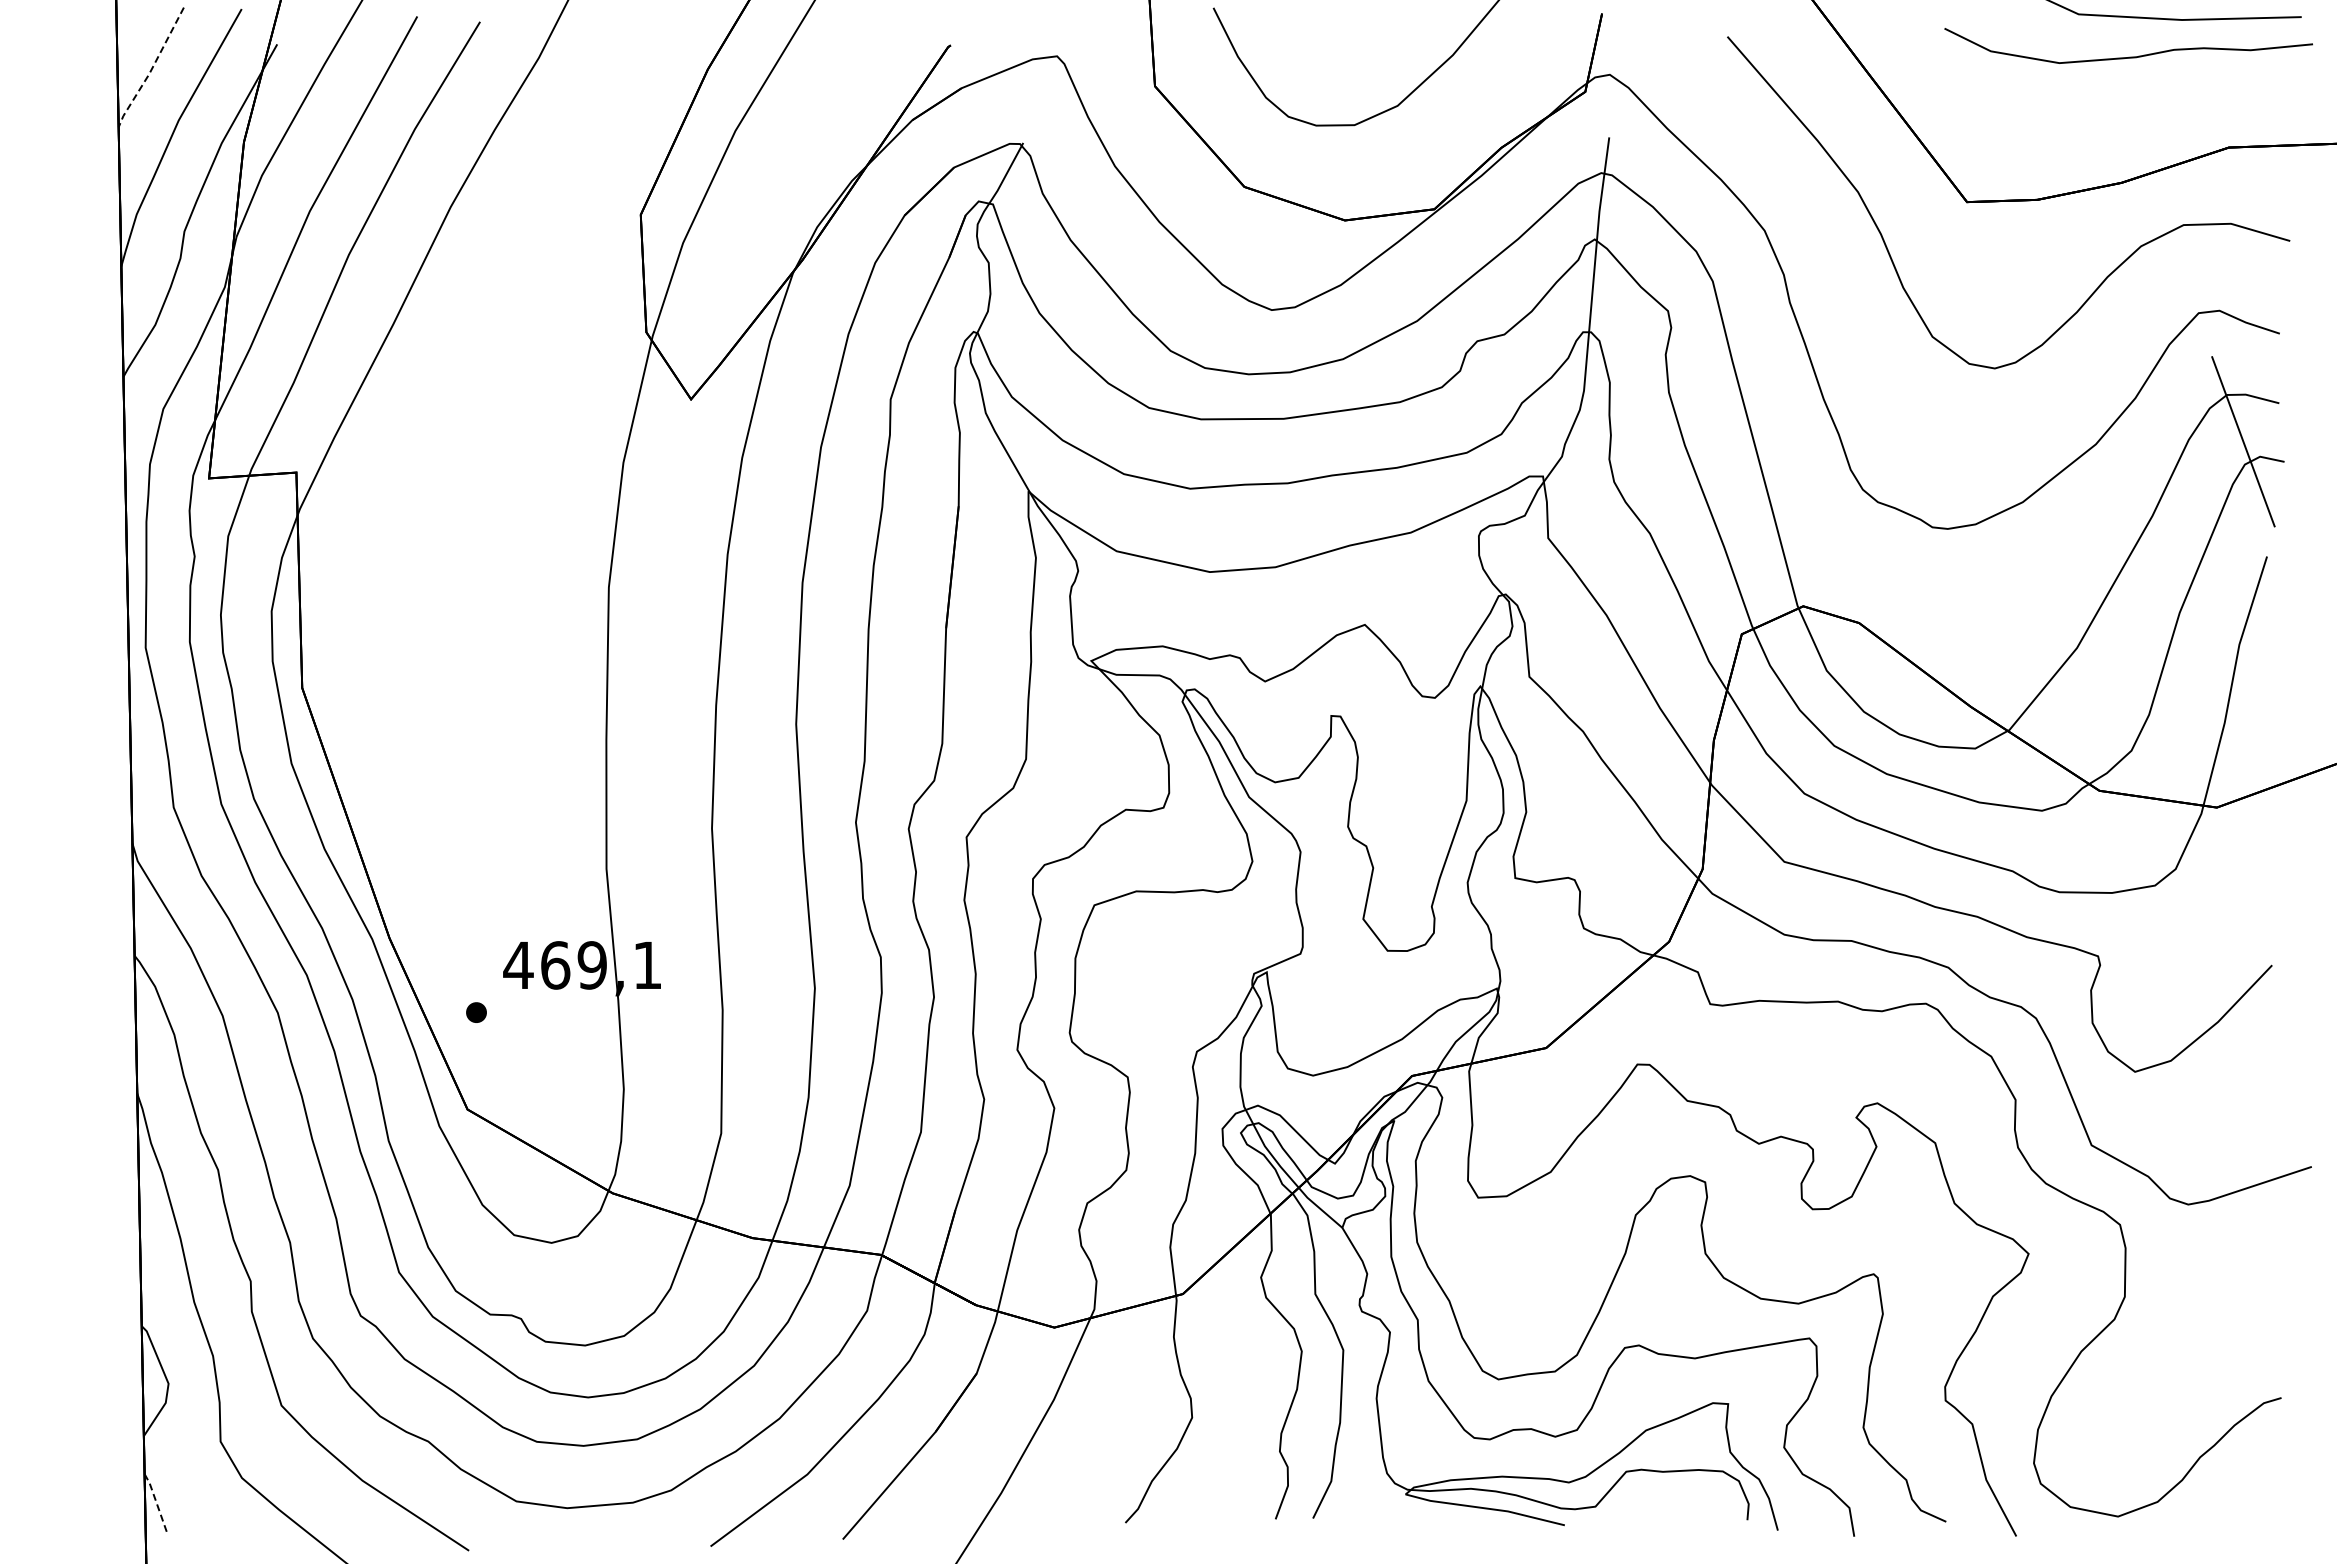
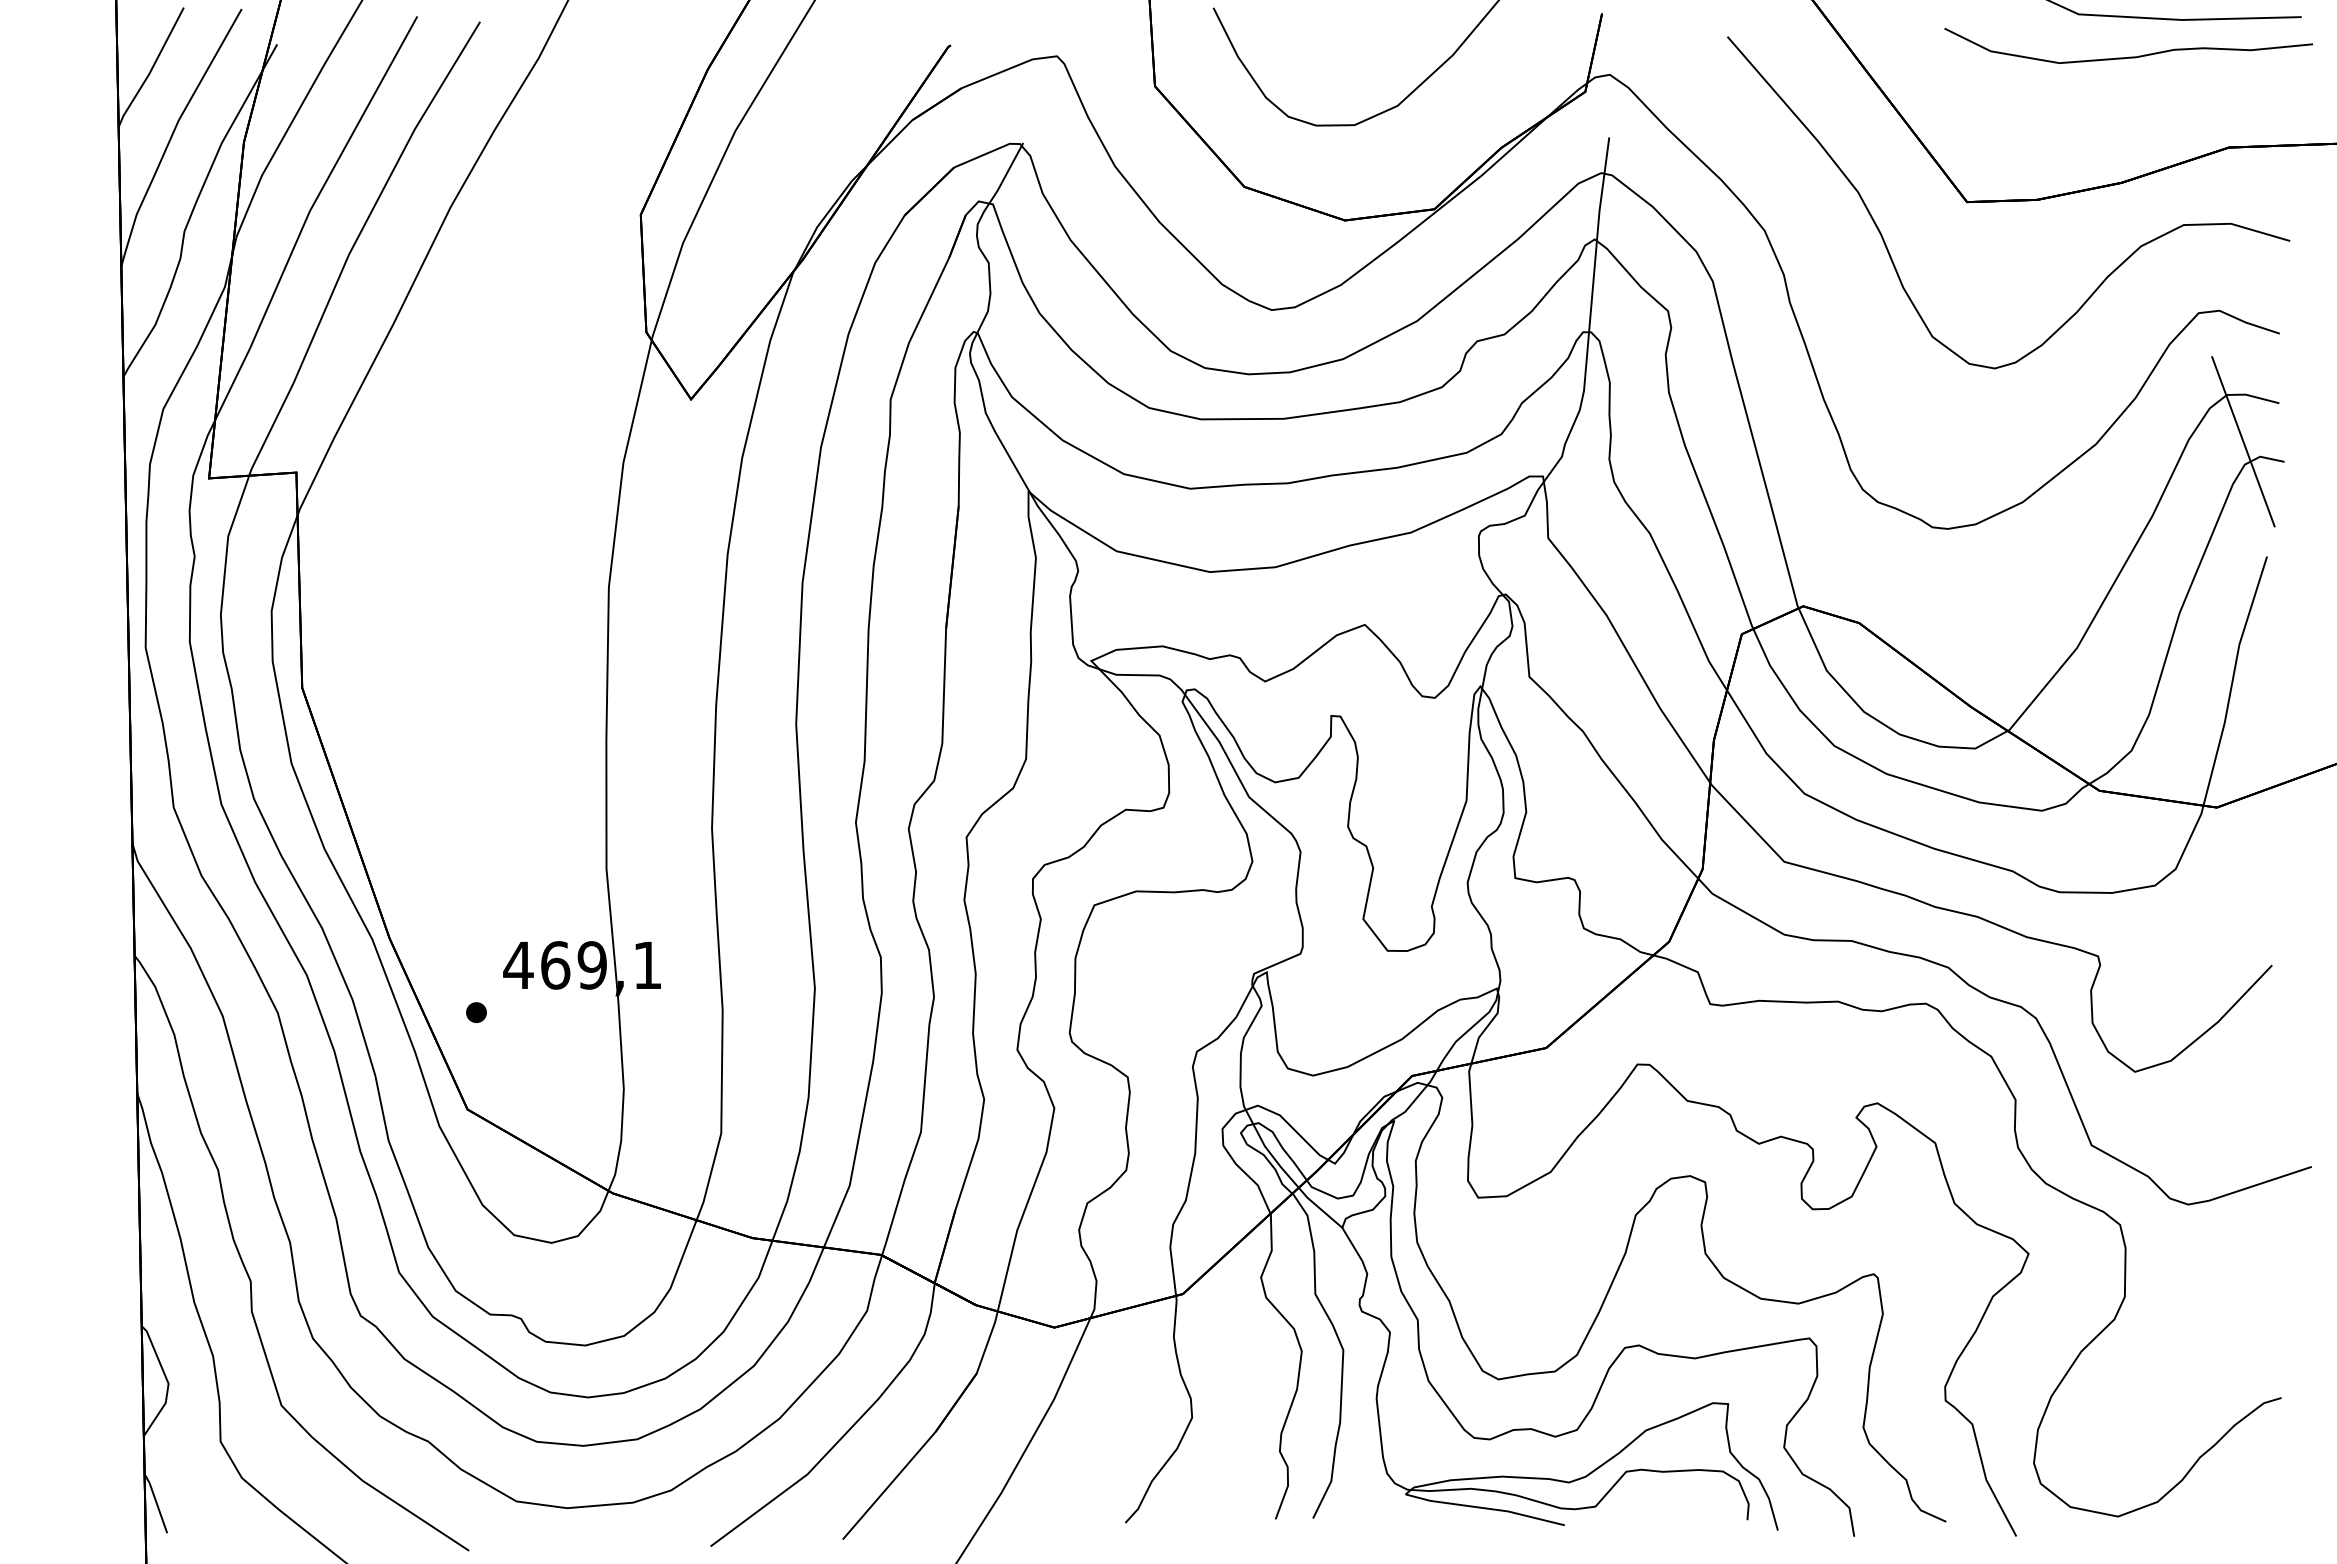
line at (151, 69): dashed -> solid
line at (156, 1503): dashed -> solid
